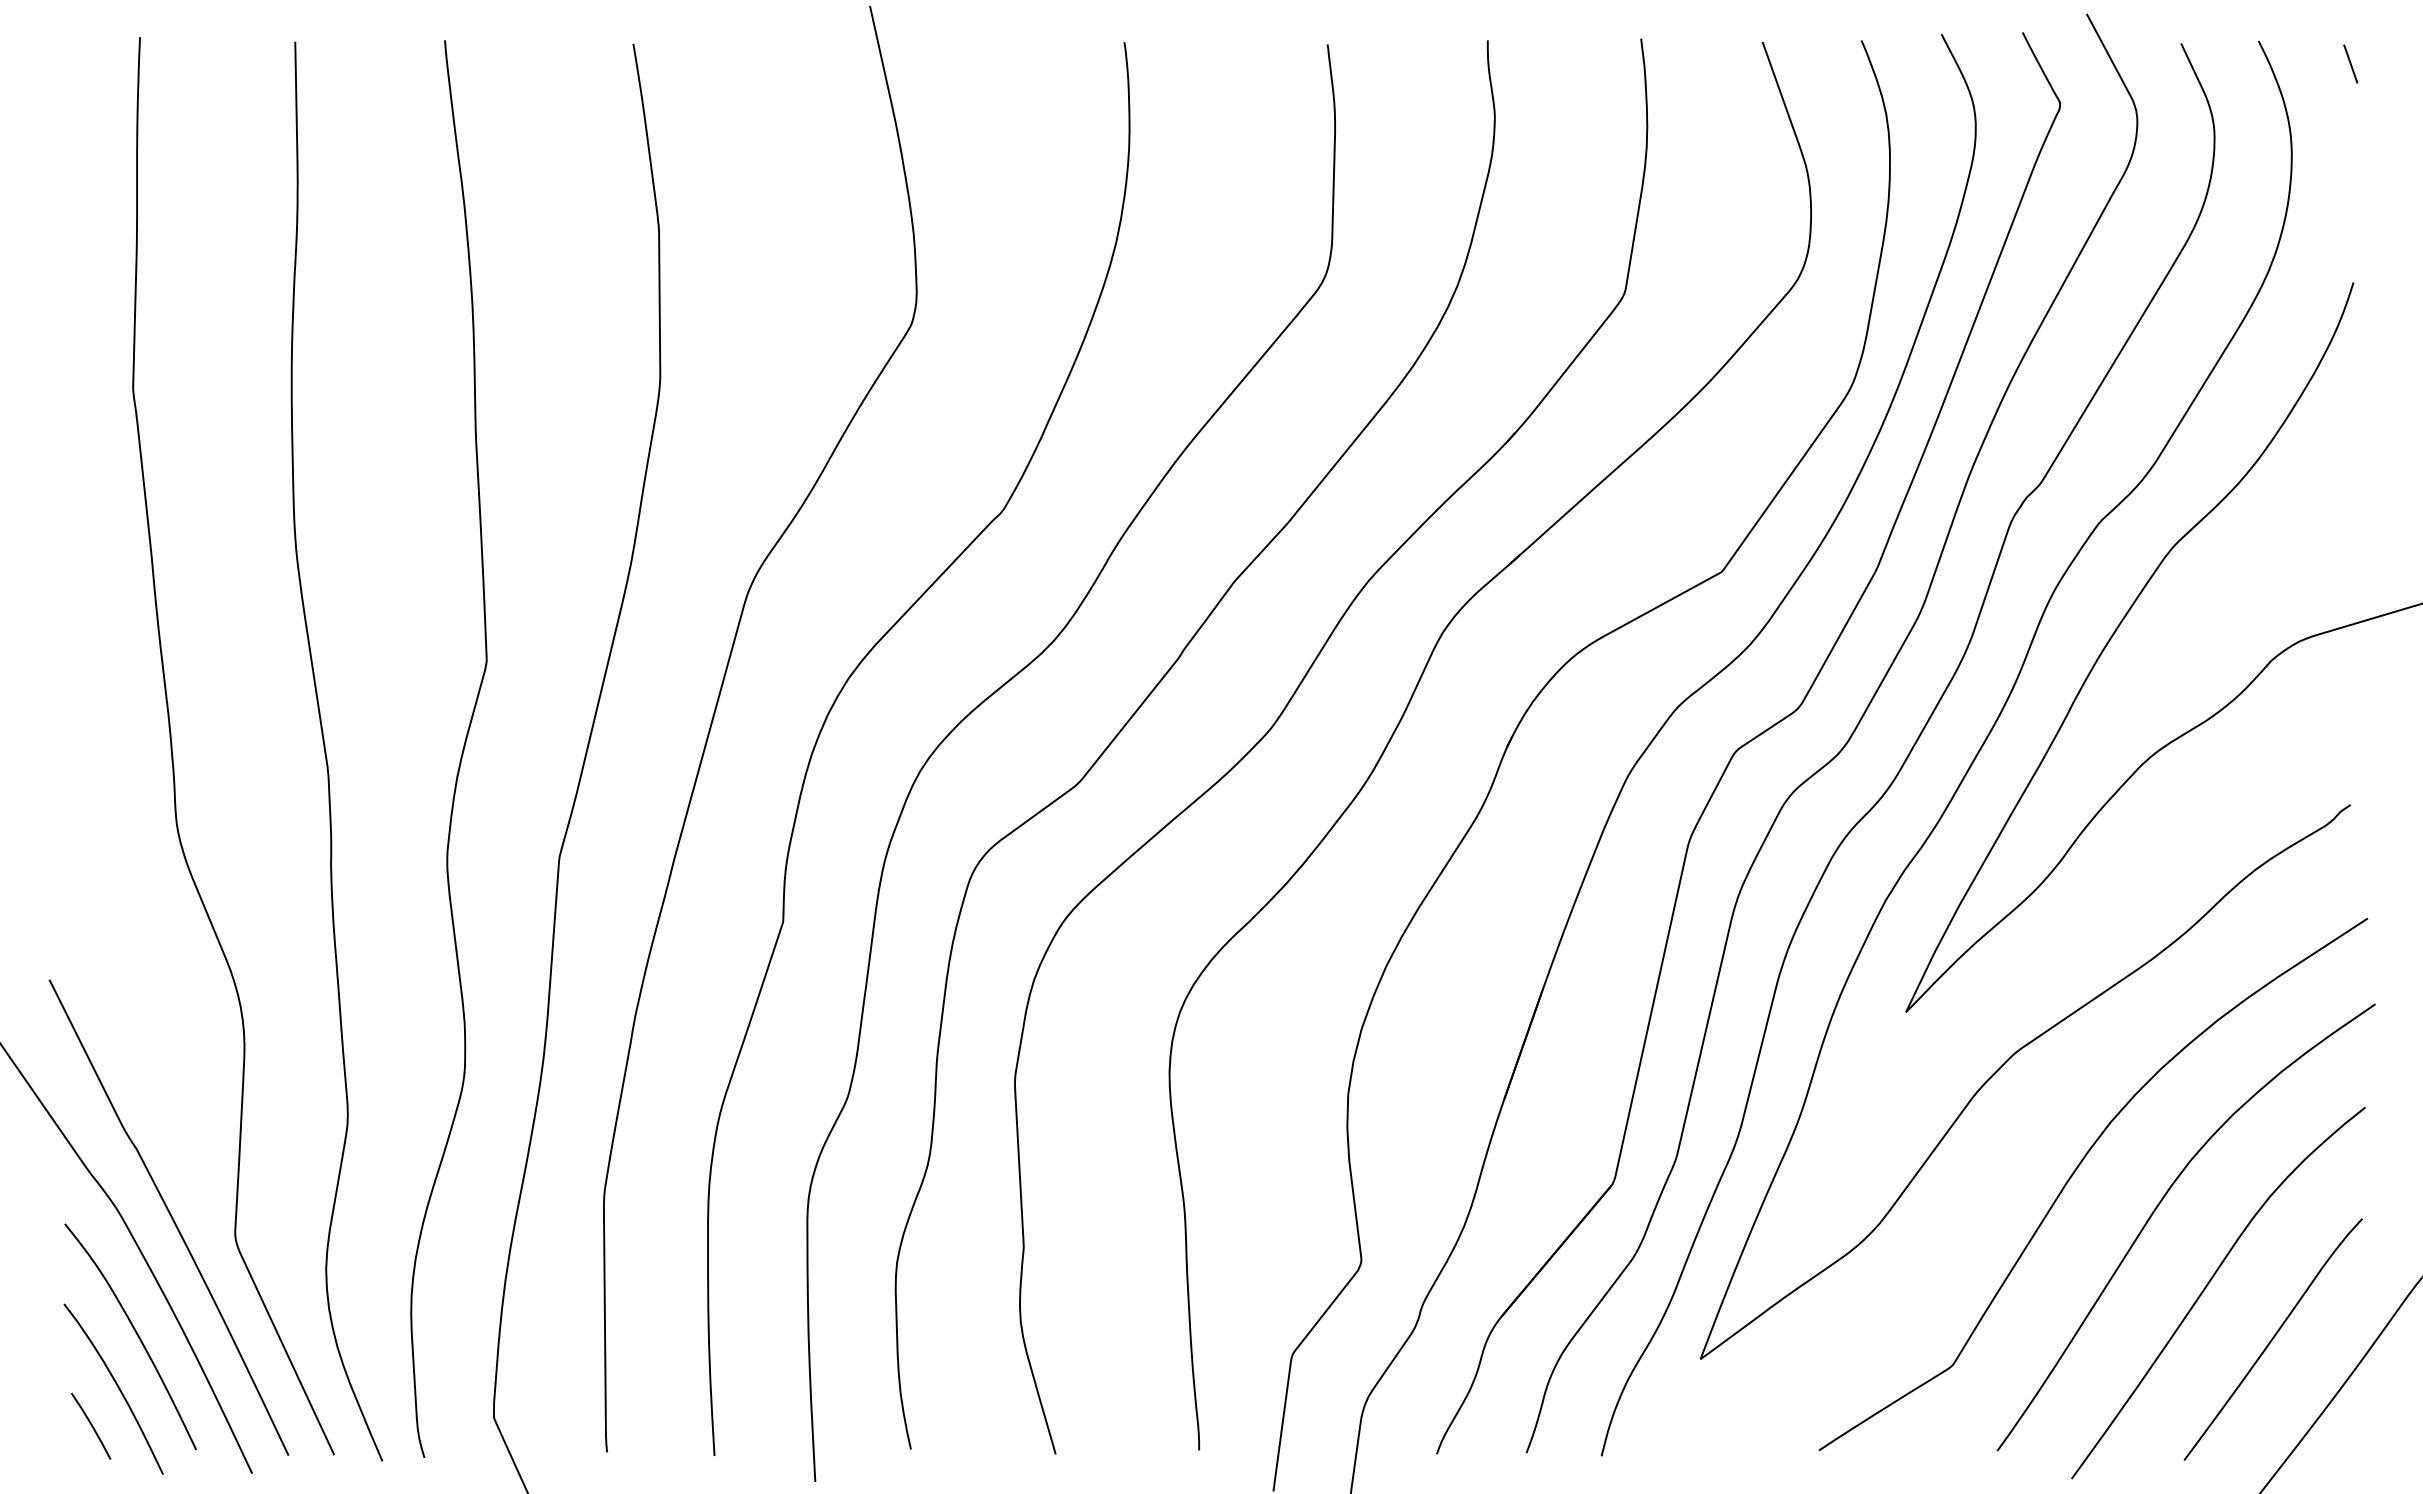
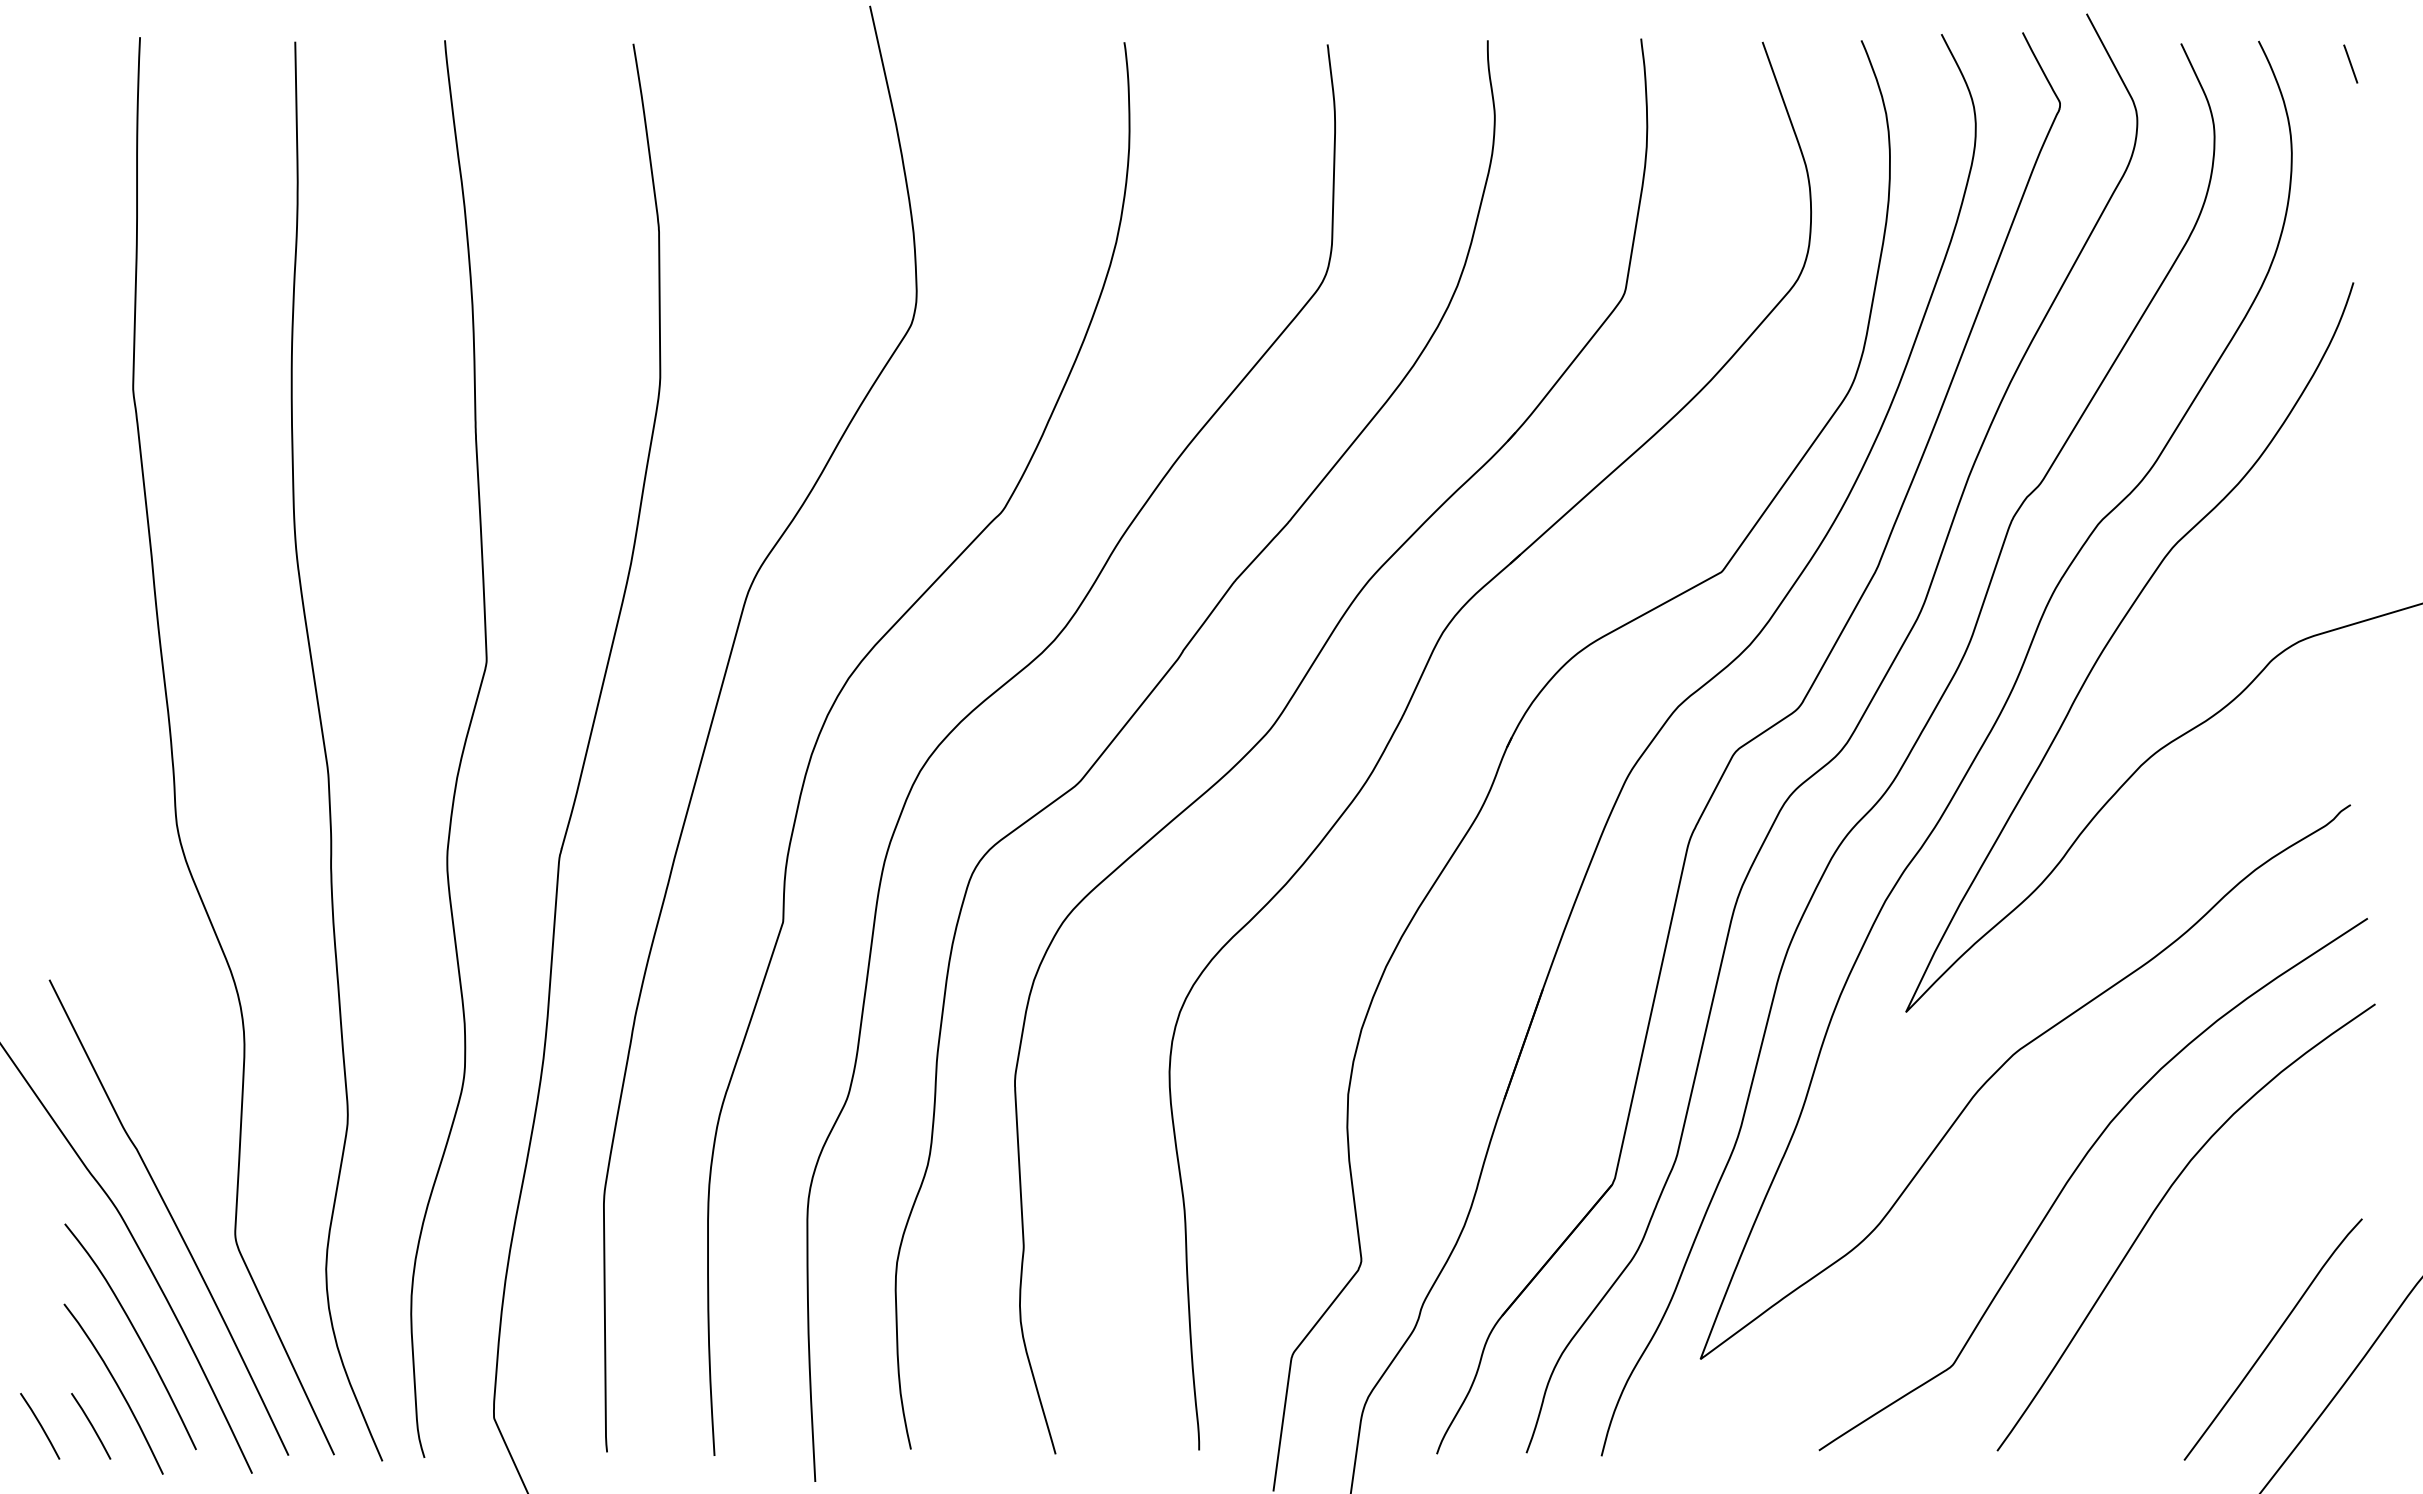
curve at (2208, 1285): present -> none
line at (40, 1426): none -> present
